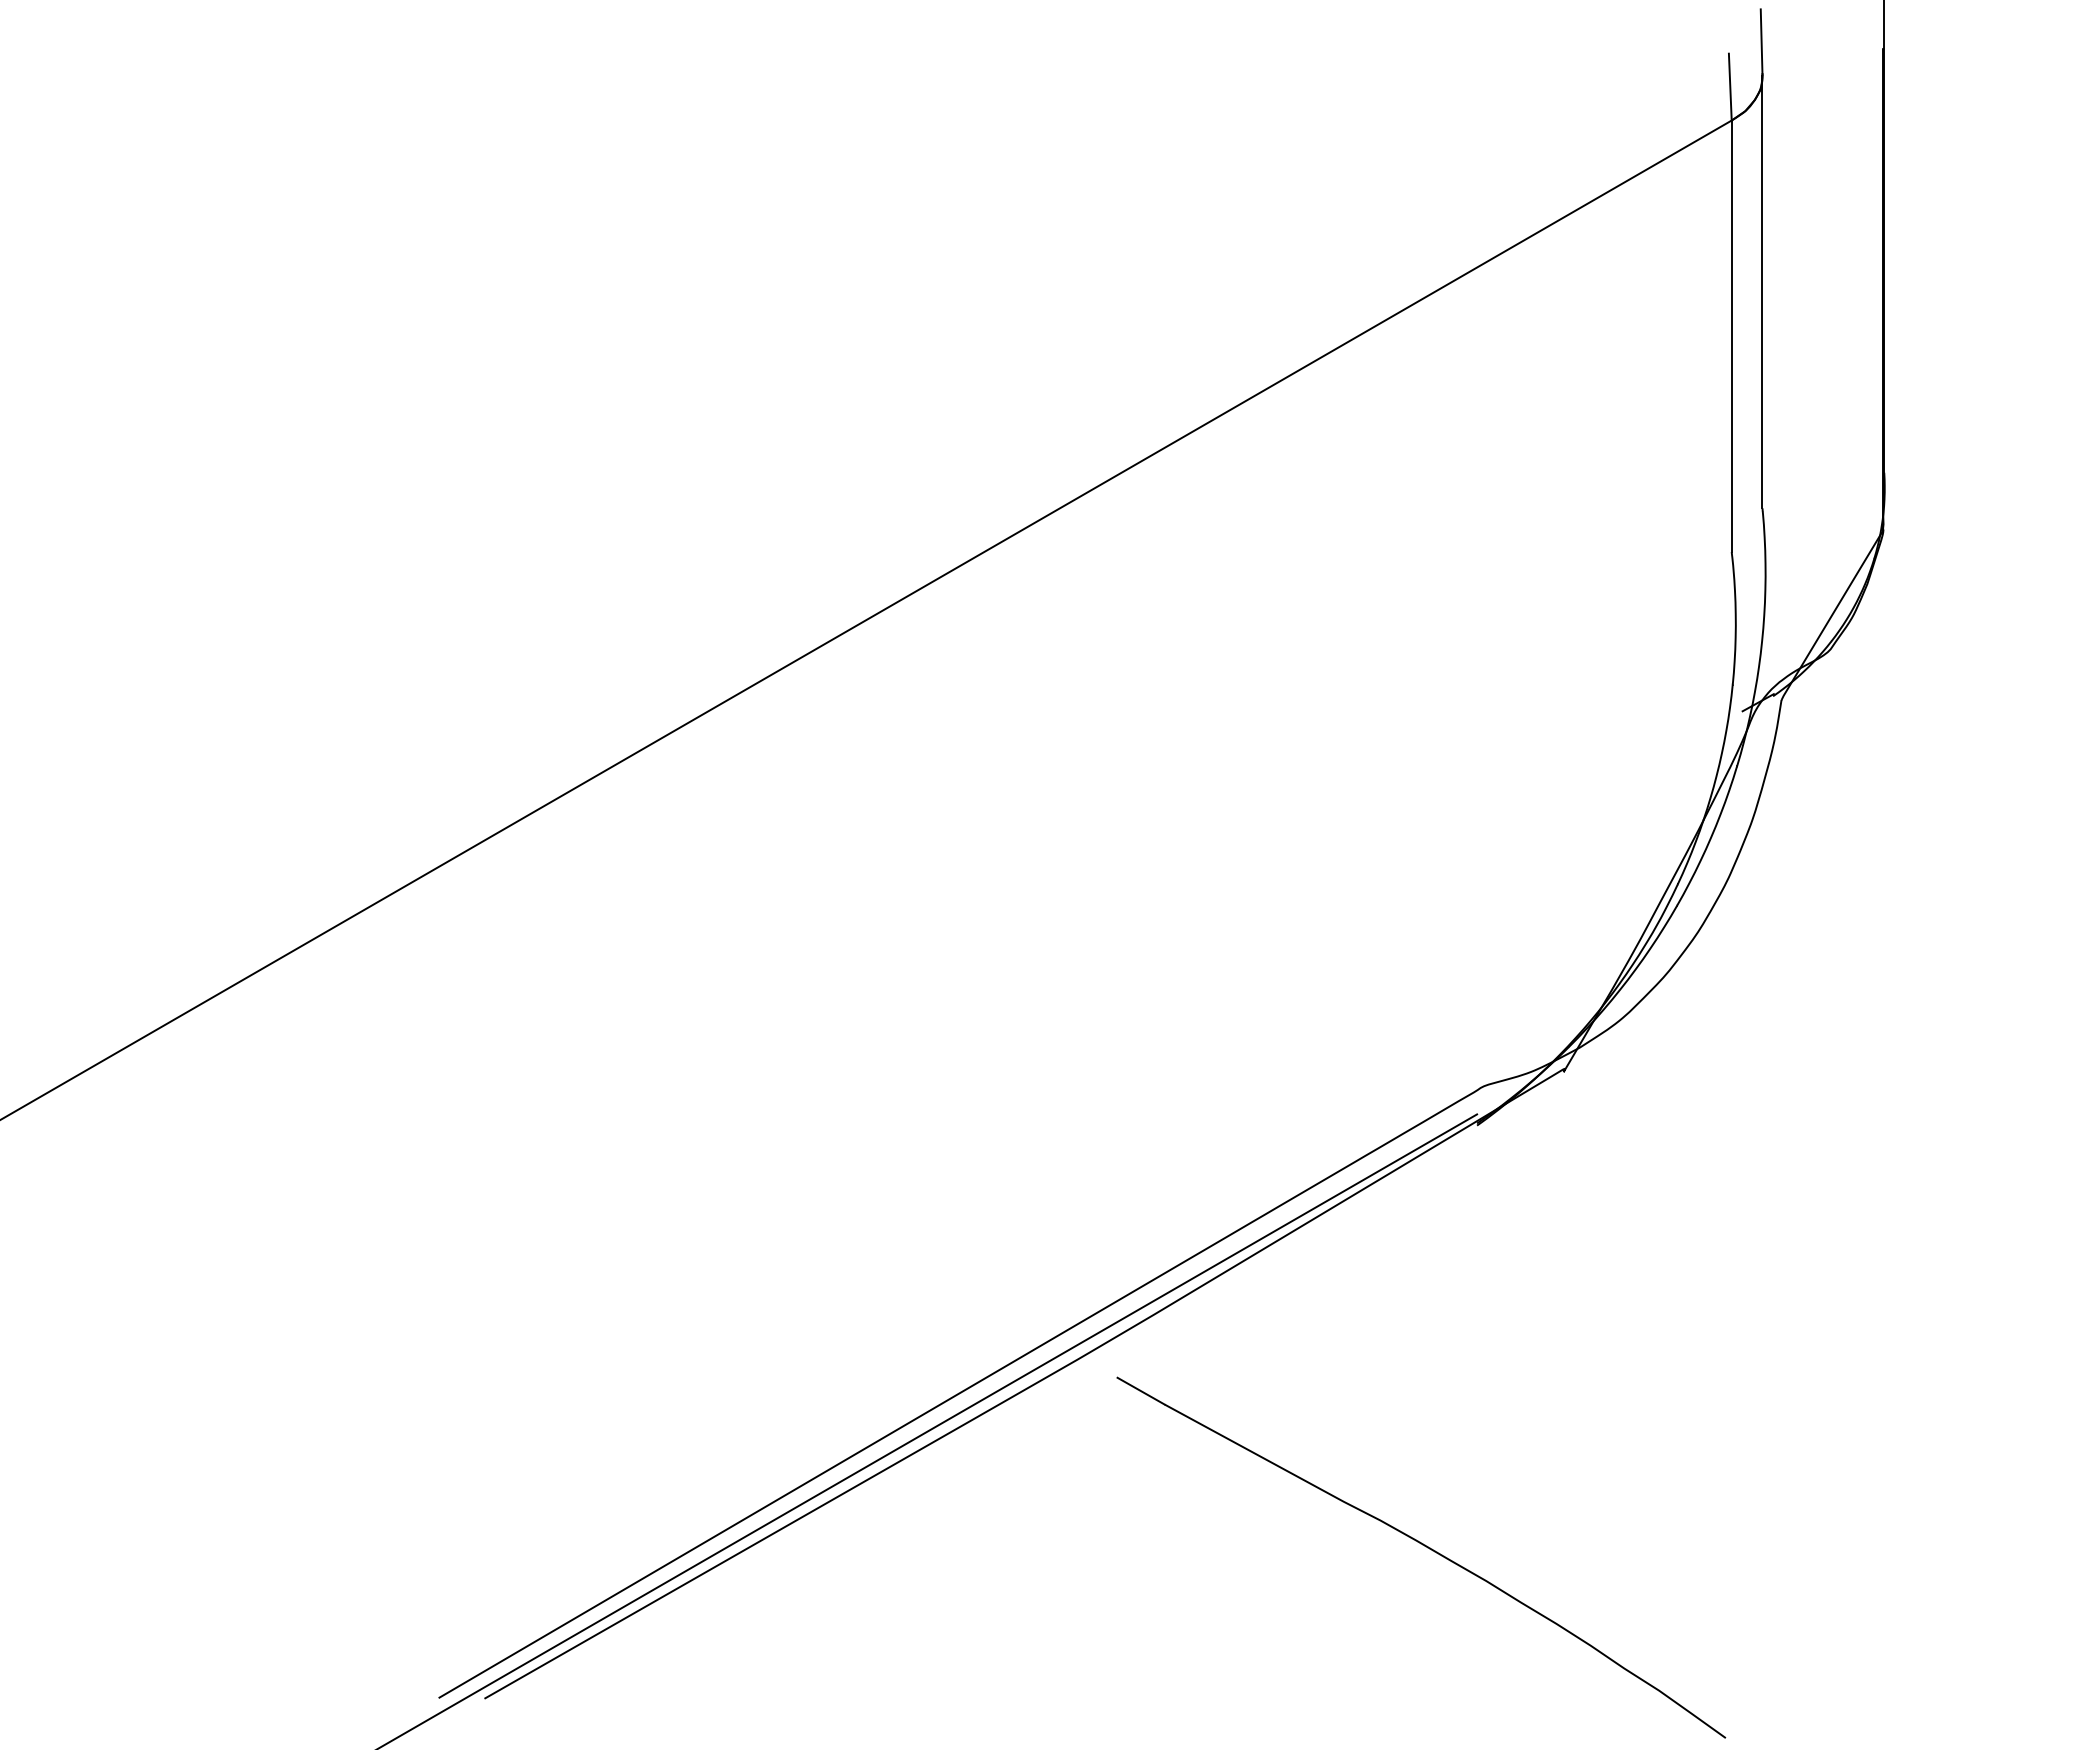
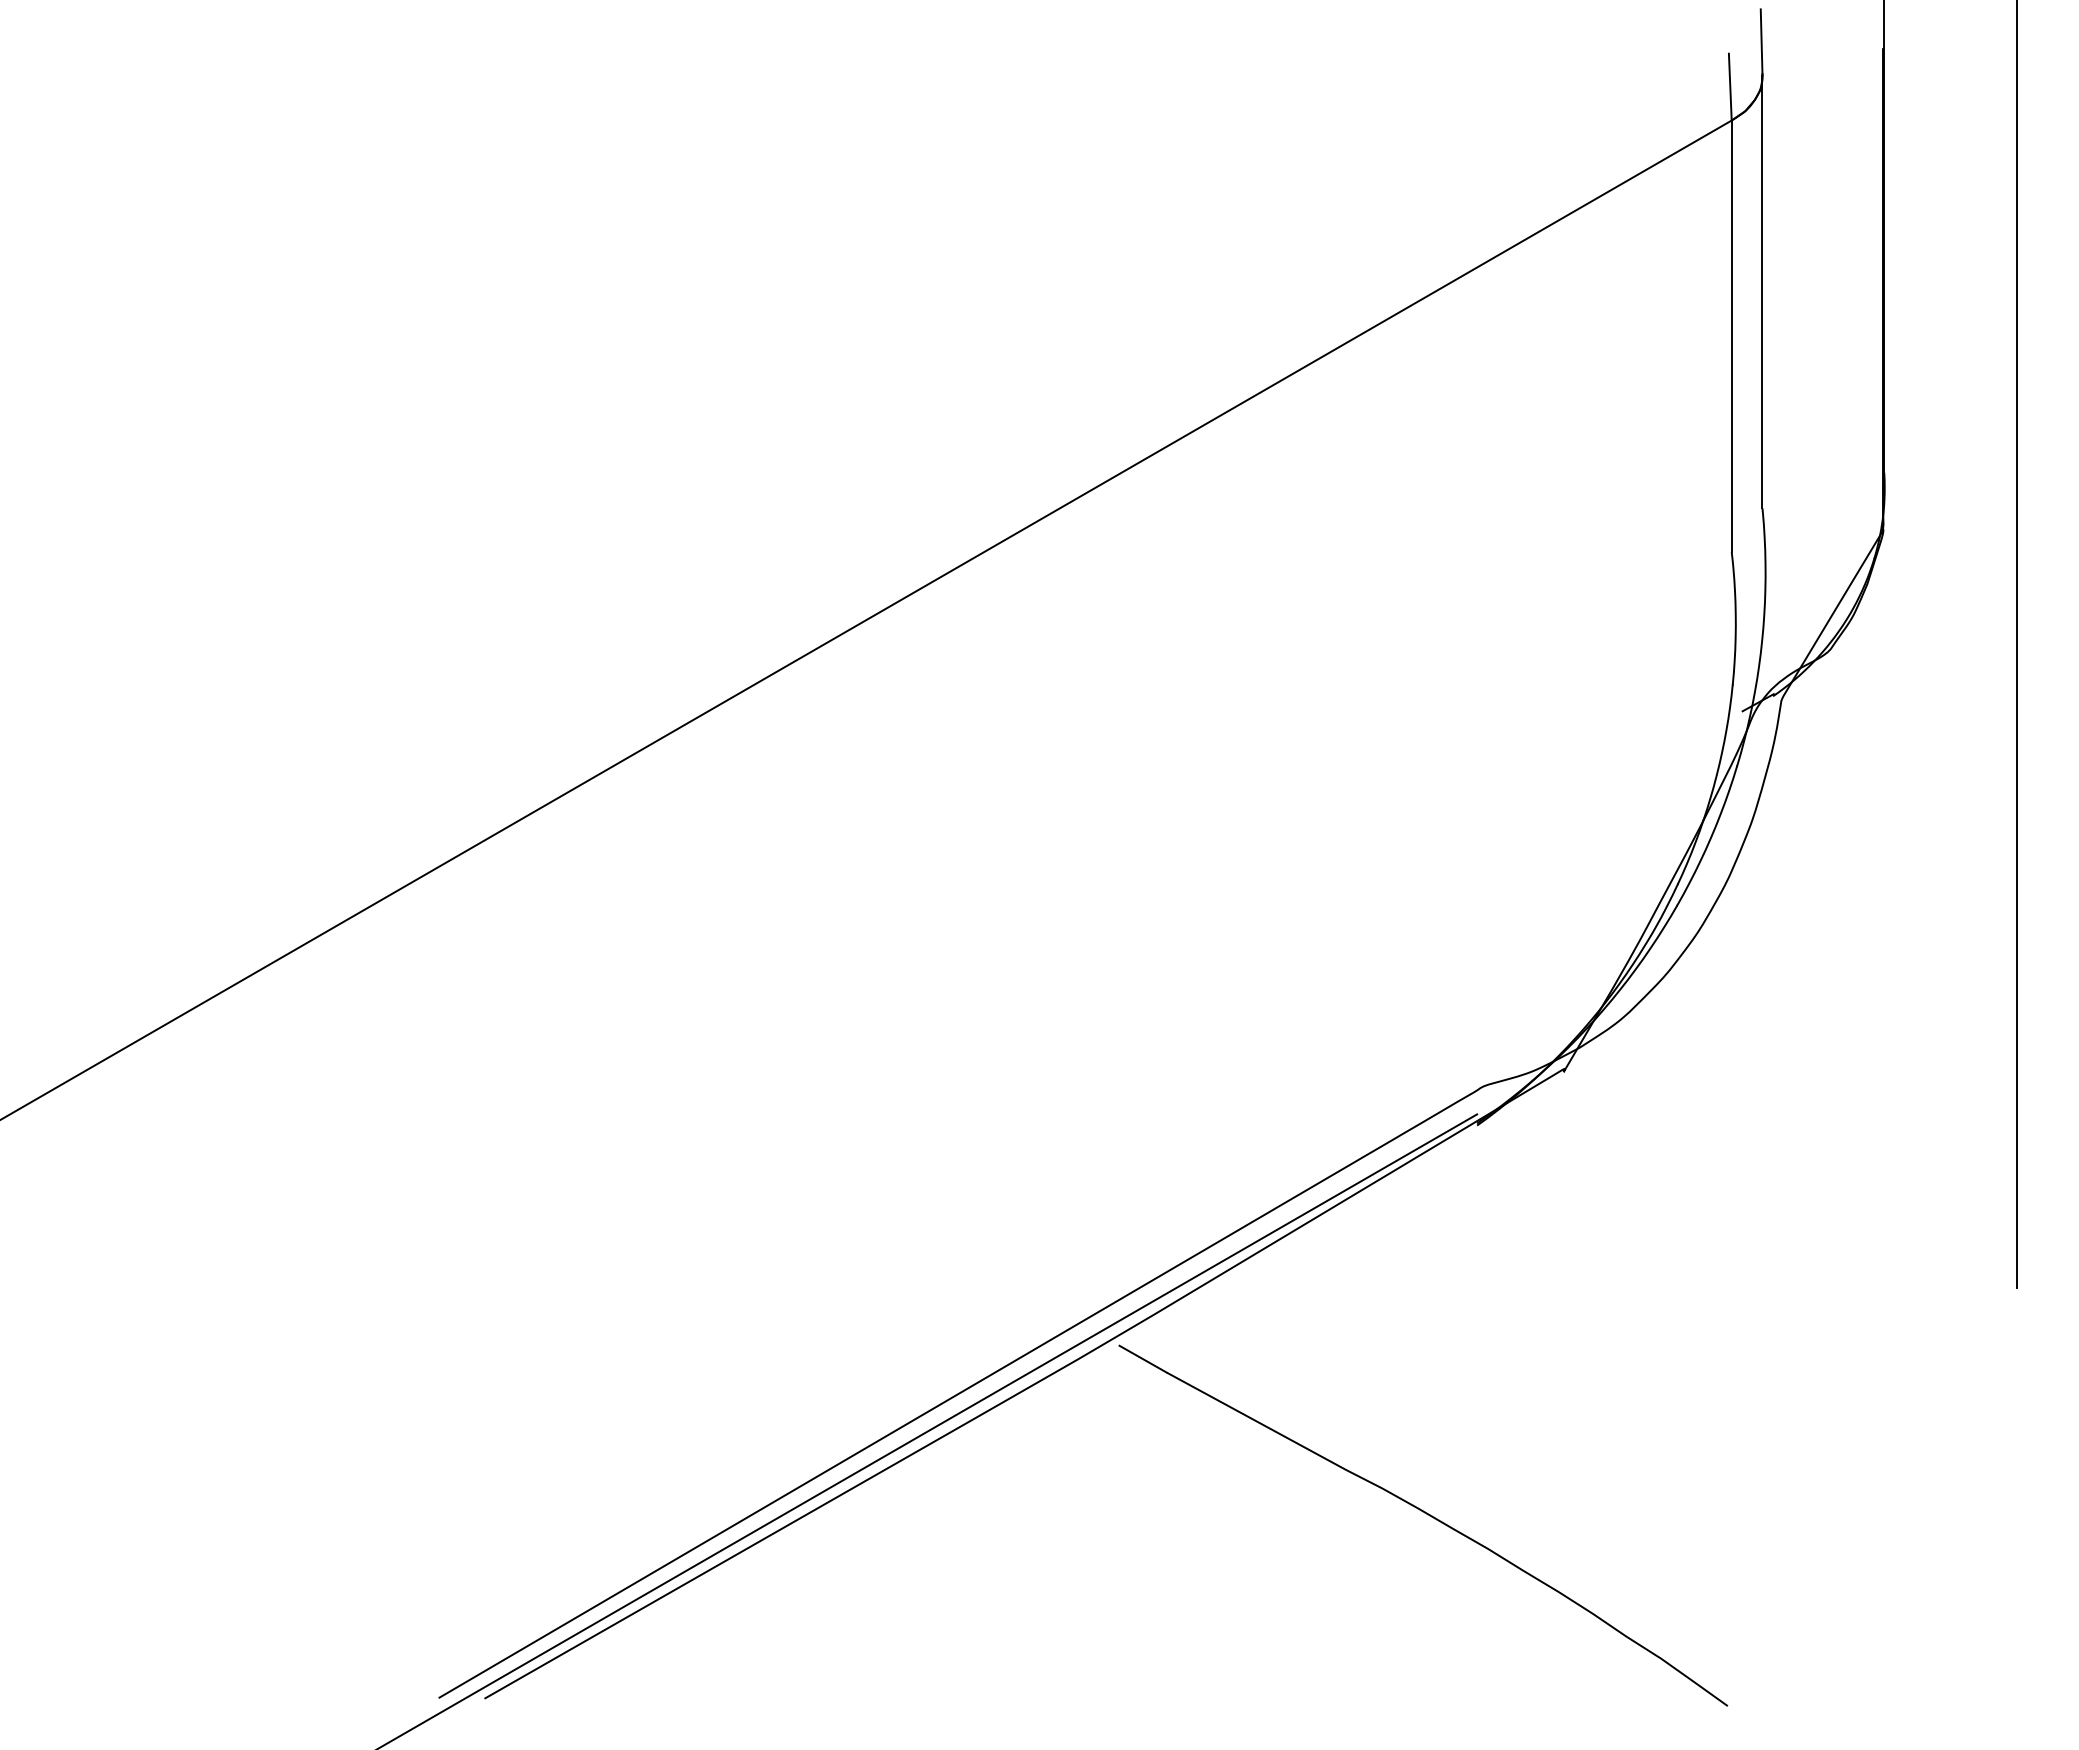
line at (2016, 645): none -> present
part at (1427, 1548) position: (1427, 1548) -> (1429, 1516)
